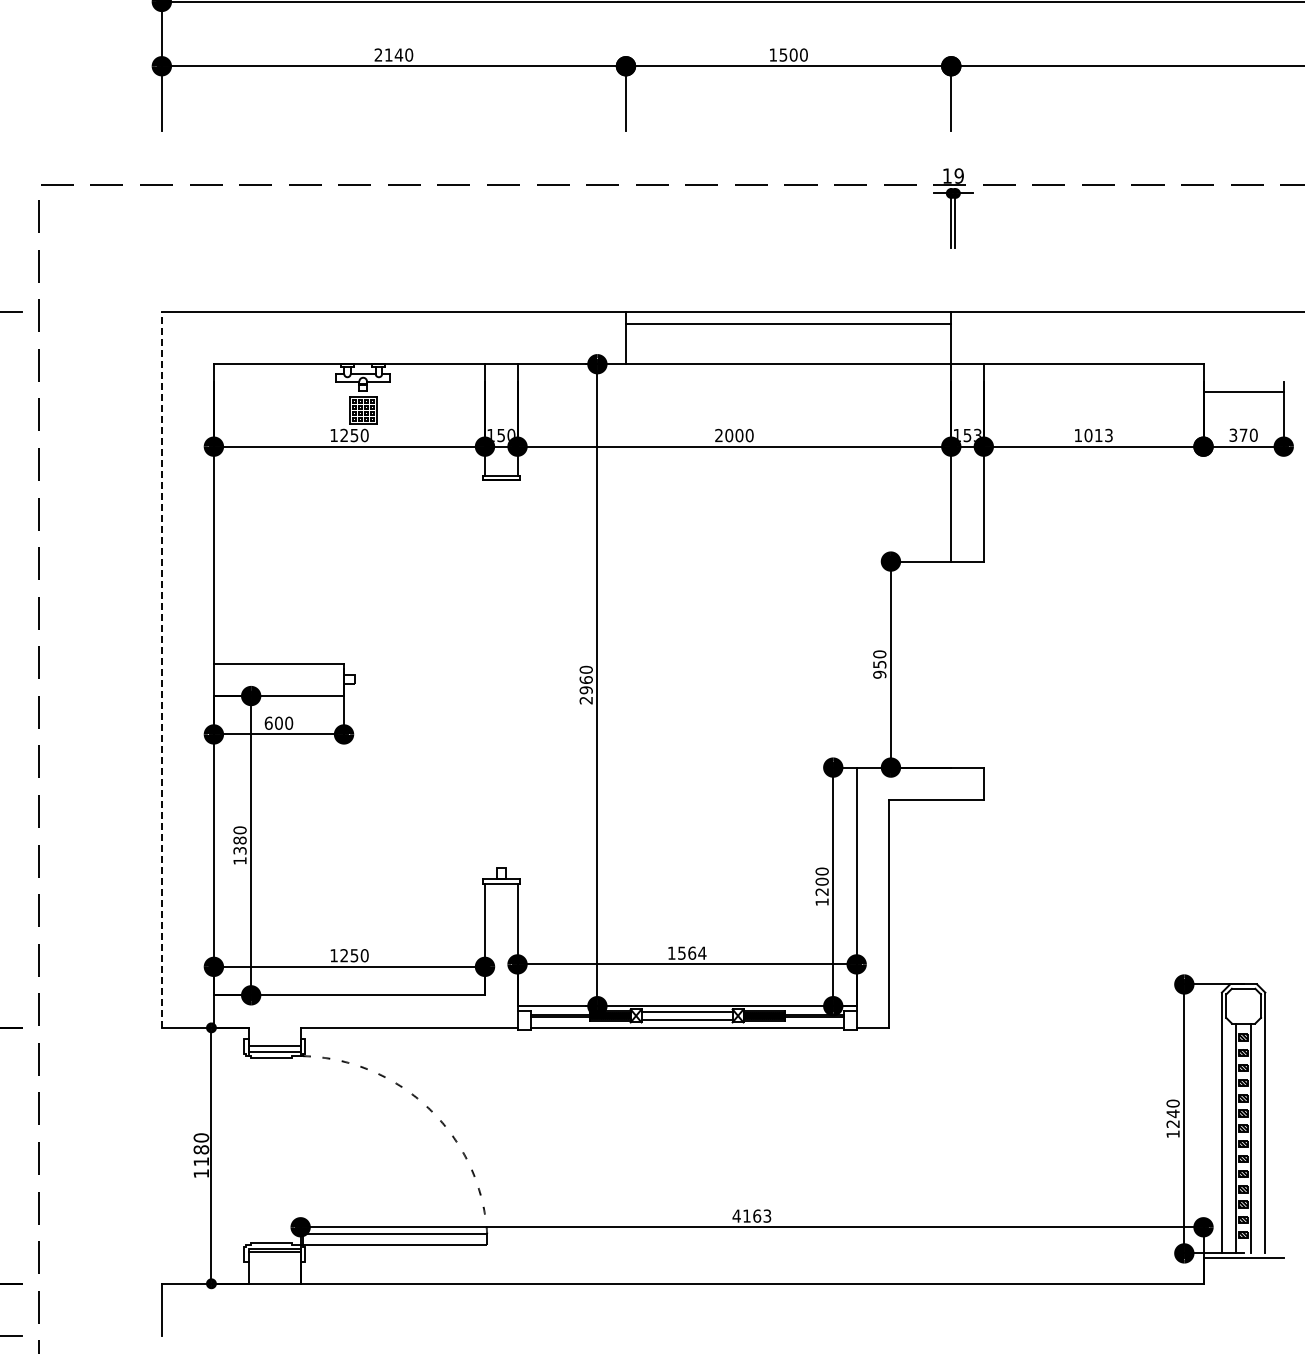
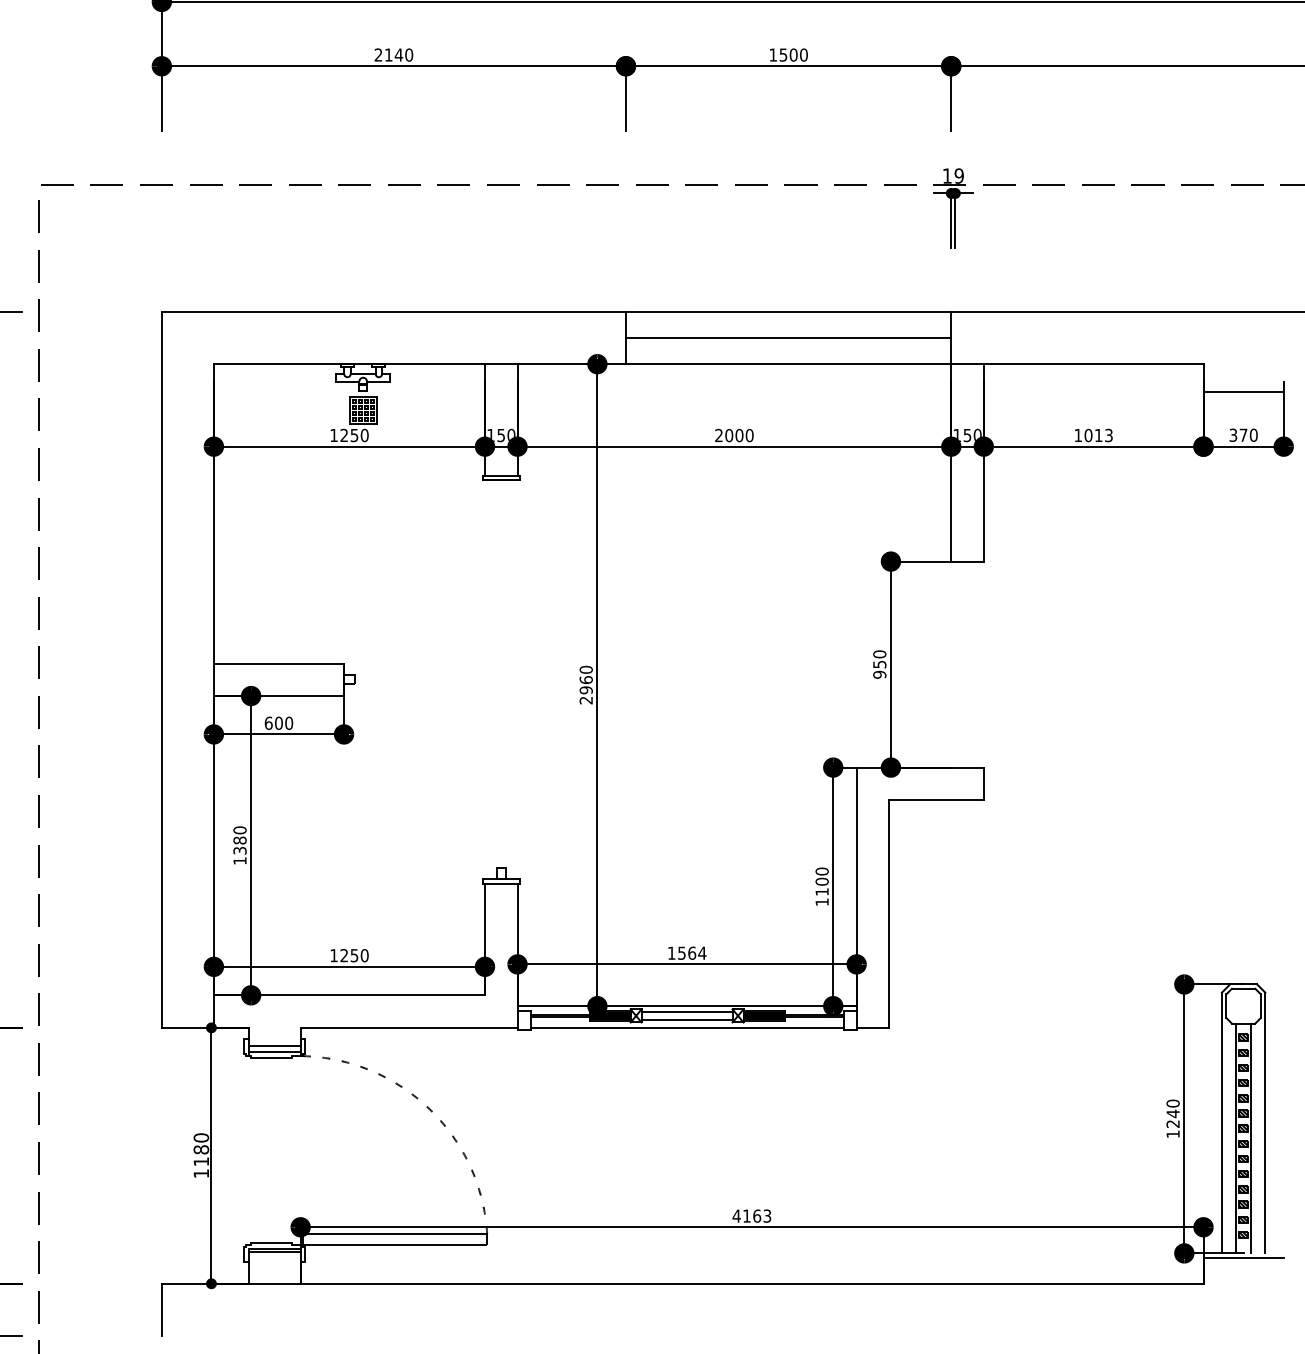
line at (788, 324) position: (788, 324) -> (788, 338)
text at (977, 434): 153 -> 150
line at (161, 670): dashed -> solid
text at (821, 891): 1200 -> 1100
